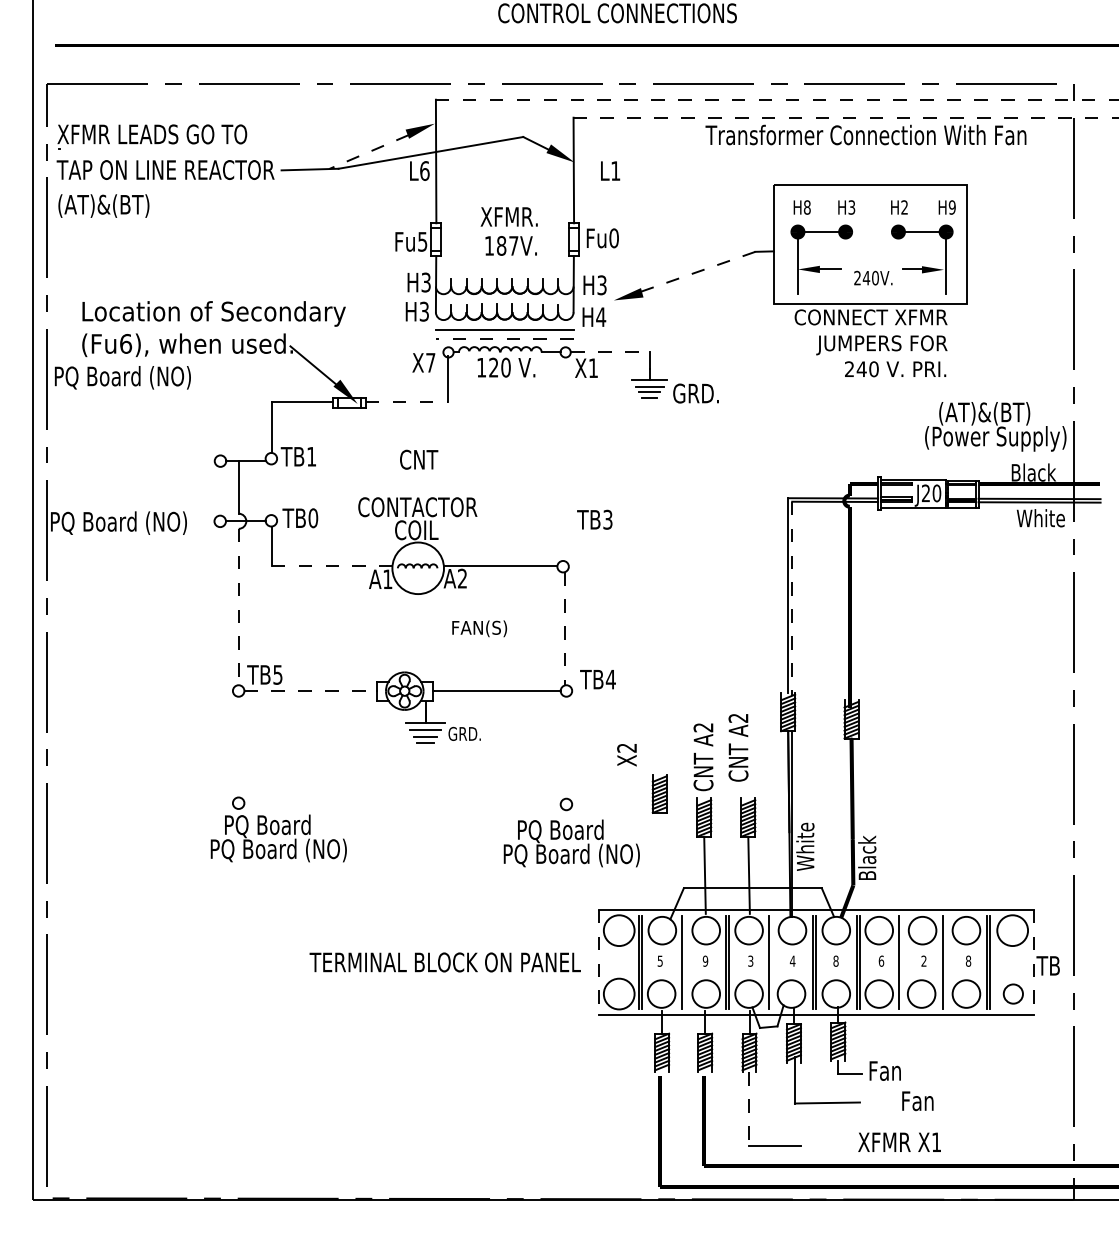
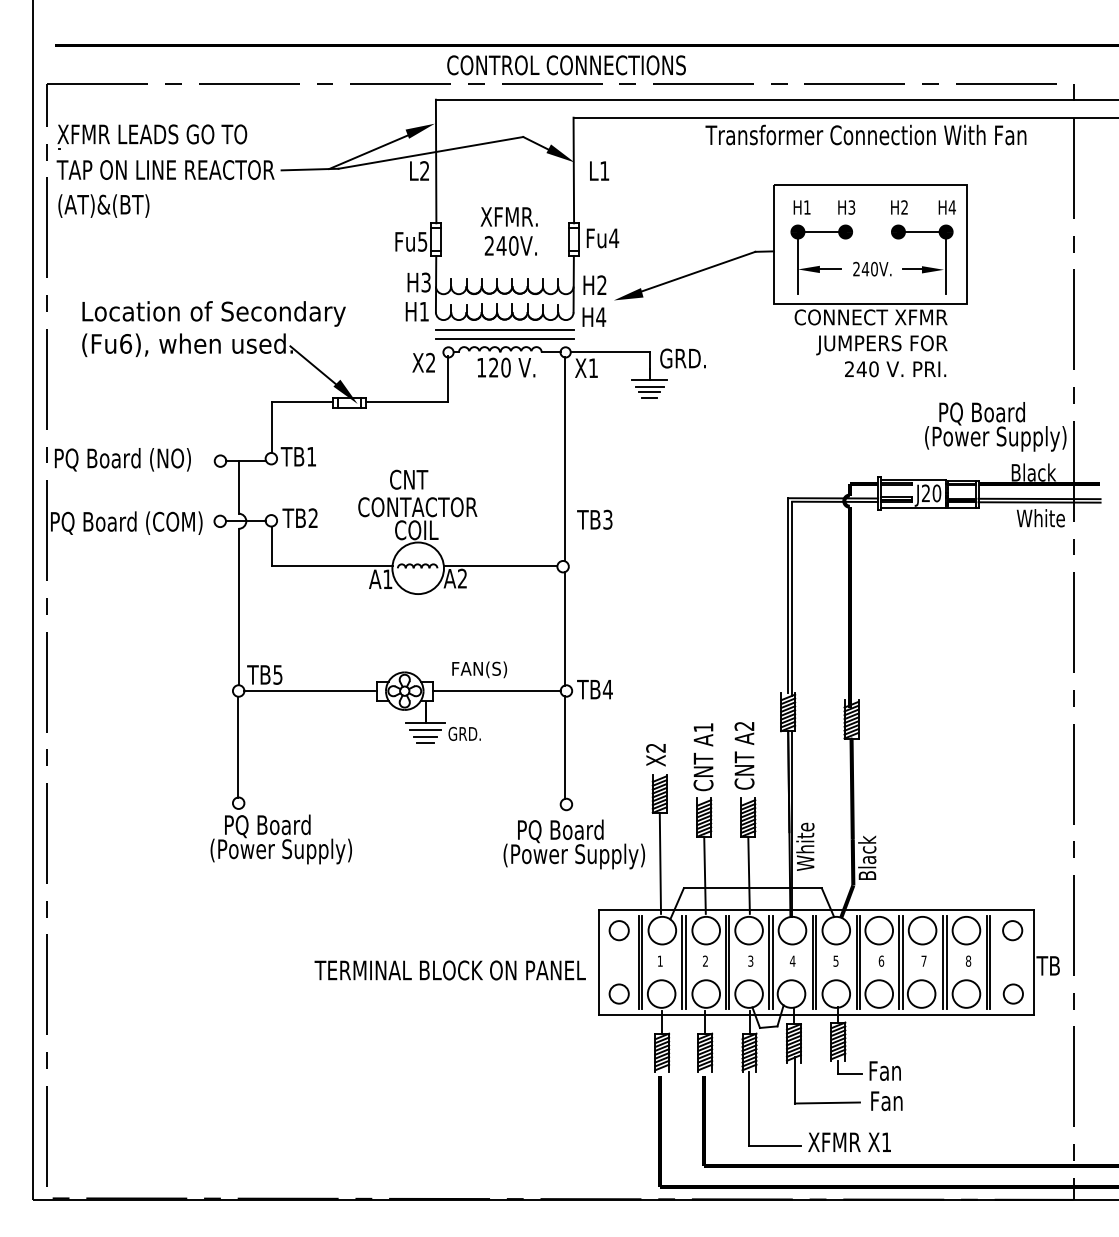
text at (617, 13) position: (617, 13) -> (566, 65)
line at (777, 99): dashed -> solid
line at (846, 117): dashed -> solid
line at (368, 152): dashed -> solid
text at (424, 170): L6 -> L2
text at (610, 170) position: (610, 170) -> (599, 170)
text at (806, 207): H8 -> H1
text at (951, 207): H9 -> H4
text at (614, 238): Fu0 -> Fu4
text at (501, 245): 187V. -> 240V.
line at (698, 271): dashed -> solid
text at (873, 277) position: (873, 277) -> (872, 268)
text at (601, 285): H3 -> H2
text at (423, 311): H3 -> H1
line at (504, 338): dashed -> solid
line at (610, 352): dashed -> solid
text at (430, 362): X7 -> X2
text at (122, 377) position: (122, 377) -> (122, 459)
text at (695, 393) position: (695, 393) -> (682, 358)
line at (407, 402): dashed -> solid
text at (984, 413): (AT)&(BT) -> PQ Board
text at (419, 459) position: (419, 459) -> (409, 479)
line at (564, 459): none -> present
text at (313, 518): TB0 -> TB2
text at (177, 522): PQ Board (NO) -> PQ Board (COM)
line at (332, 566): dashed -> solid
line at (792, 599): dashed -> solid
line at (238, 607): dashed -> solid
text at (479, 628) position: (479, 628) -> (479, 669)
line at (564, 628): dashed -> solid
text at (597, 679) position: (597, 679) -> (594, 689)
line at (310, 691): dashed -> solid
text at (703, 727): A2 -> A1
line at (237, 746): none -> present
line at (564, 747): none -> present
text at (738, 747) position: (738, 747) -> (744, 755)
text at (626, 755) position: (626, 755) -> (655, 755)
text at (281, 851): PQ Board (NO) -> (Power Supply)
text at (574, 856): PQ Board (NO) -> (Power Supply)
line at (660, 862): none -> present
circle at (618, 930) diameter: 31 px -> 19 px
circle at (1012, 930) diameter: 31 px -> 19 px
text at (659, 960): 5 -> 1
text at (705, 960): 9 -> 2
text at (835, 960): 8 -> 5
text at (923, 960): 2 -> 7
text at (444, 962) position: (444, 962) -> (449, 970)
line at (598, 962): dashed -> solid
line at (685, 962): none -> present
line at (772, 962): none -> present
line at (902, 962): none -> present
line at (946, 962): none -> present
line at (1034, 962): dashed -> solid
circle at (618, 993) diameter: 31 px -> 19 px
text at (917, 1101) position: (917, 1101) -> (886, 1101)
line at (749, 1109): dashed -> solid
text at (899, 1141) position: (899, 1141) -> (849, 1141)
